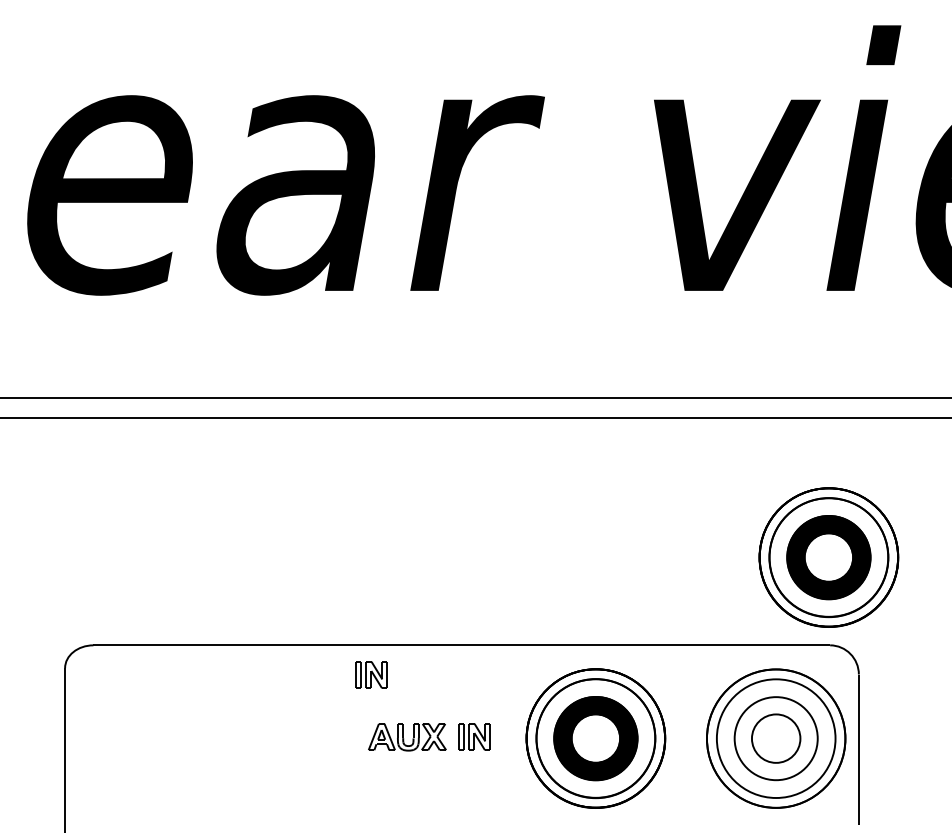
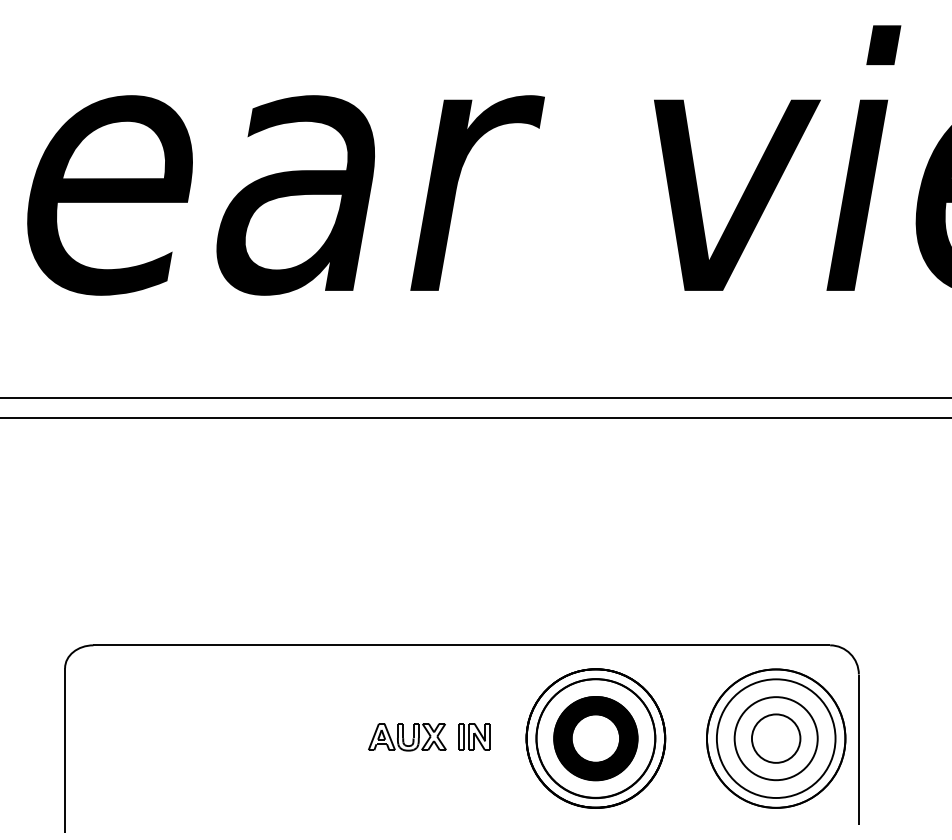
part at (828, 557): present -> none
part at (371, 674): present -> none
